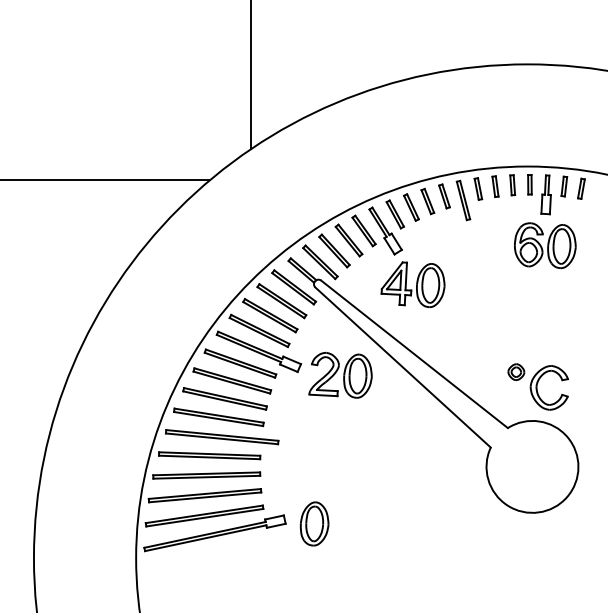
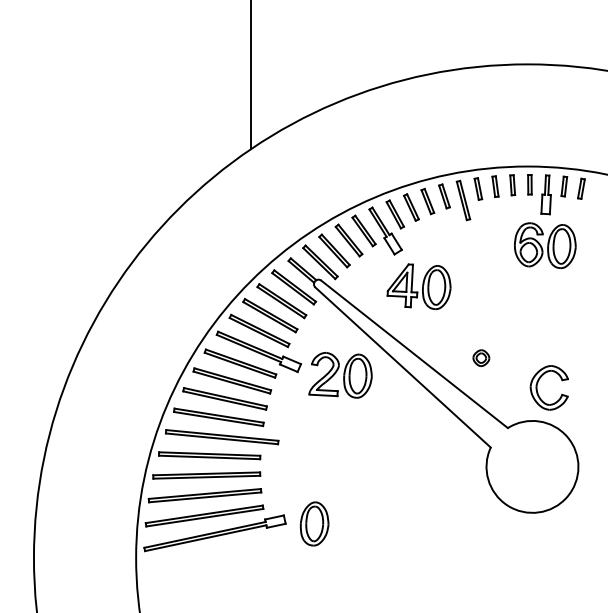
line at (106, 180): present -> none
part at (412, 284) position: (412, 284) -> (418, 286)
part at (516, 371) position: (516, 371) -> (481, 357)
